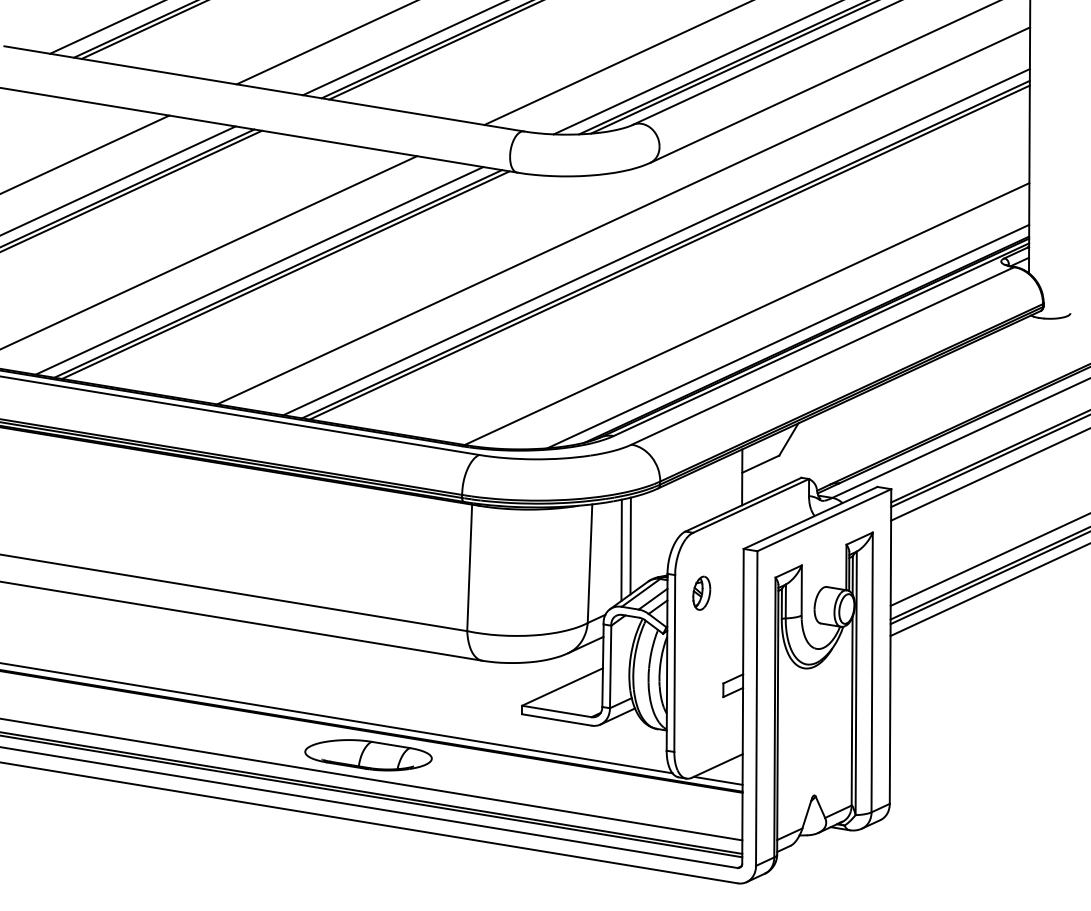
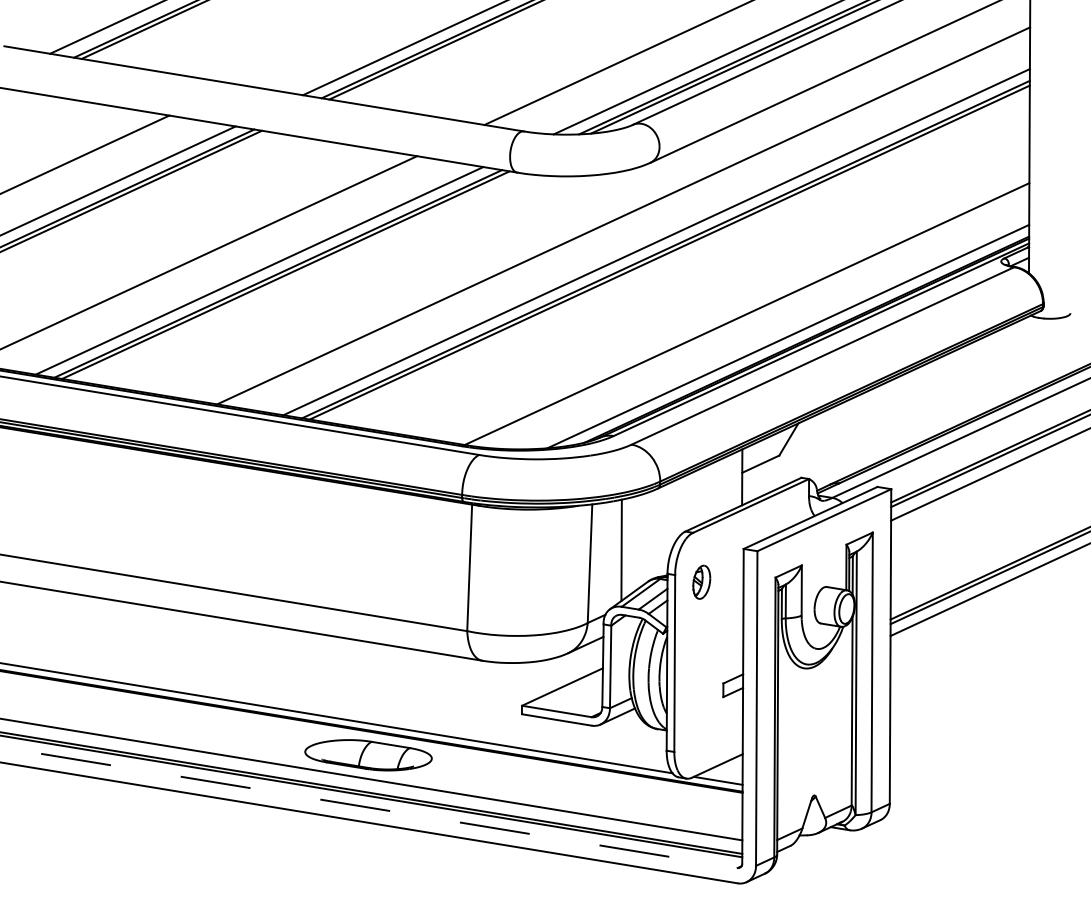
line at (324, 43): present -> none
line at (630, 545): present -> none
line at (988, 559): present -> none
part at (701, 592) position: (701, 592) -> (701, 581)
line at (369, 807): solid -> dashed
